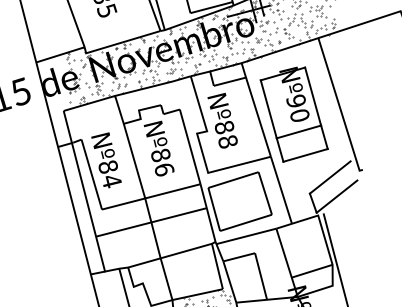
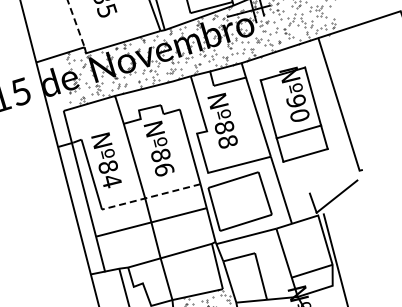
line at (76, 23): solid -> dashed
line at (329, 177): present -> none
line at (151, 196): solid -> dashed
